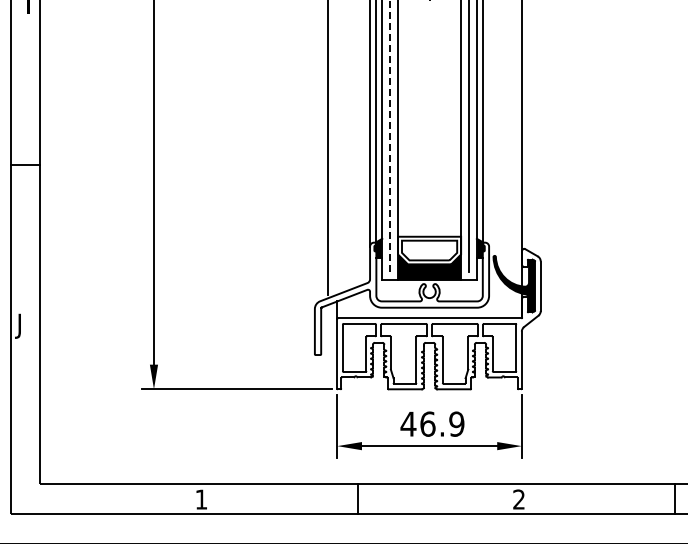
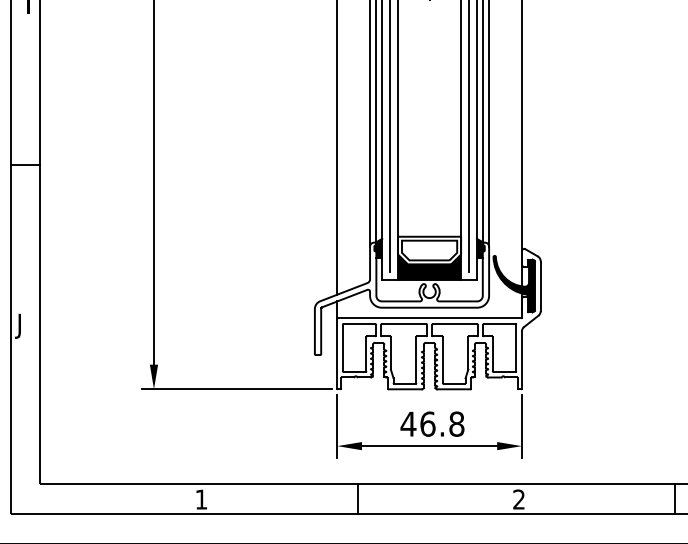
line at (489, 124): none -> present
line at (390, 136): dashed -> solid
line at (328, 148) position: (328, 148) -> (337, 148)
text at (456, 423): 46.9 -> 46.8
